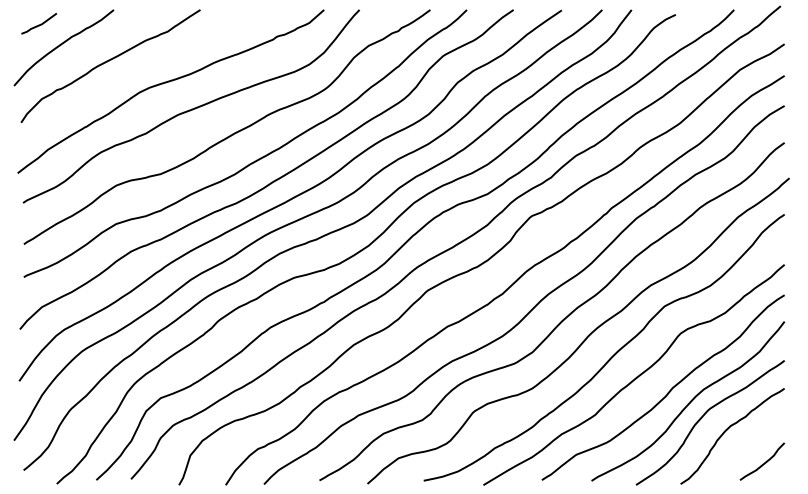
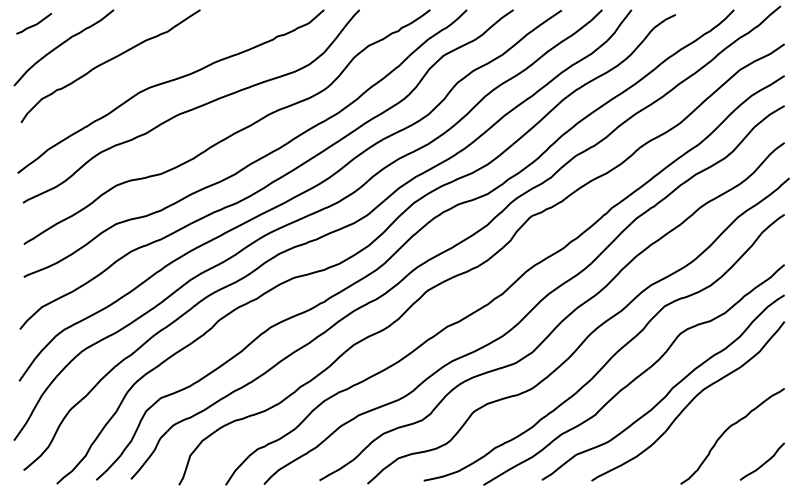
line at (40, 23) position: (40, 23) -> (35, 23)
curve at (702, 418): present -> none
